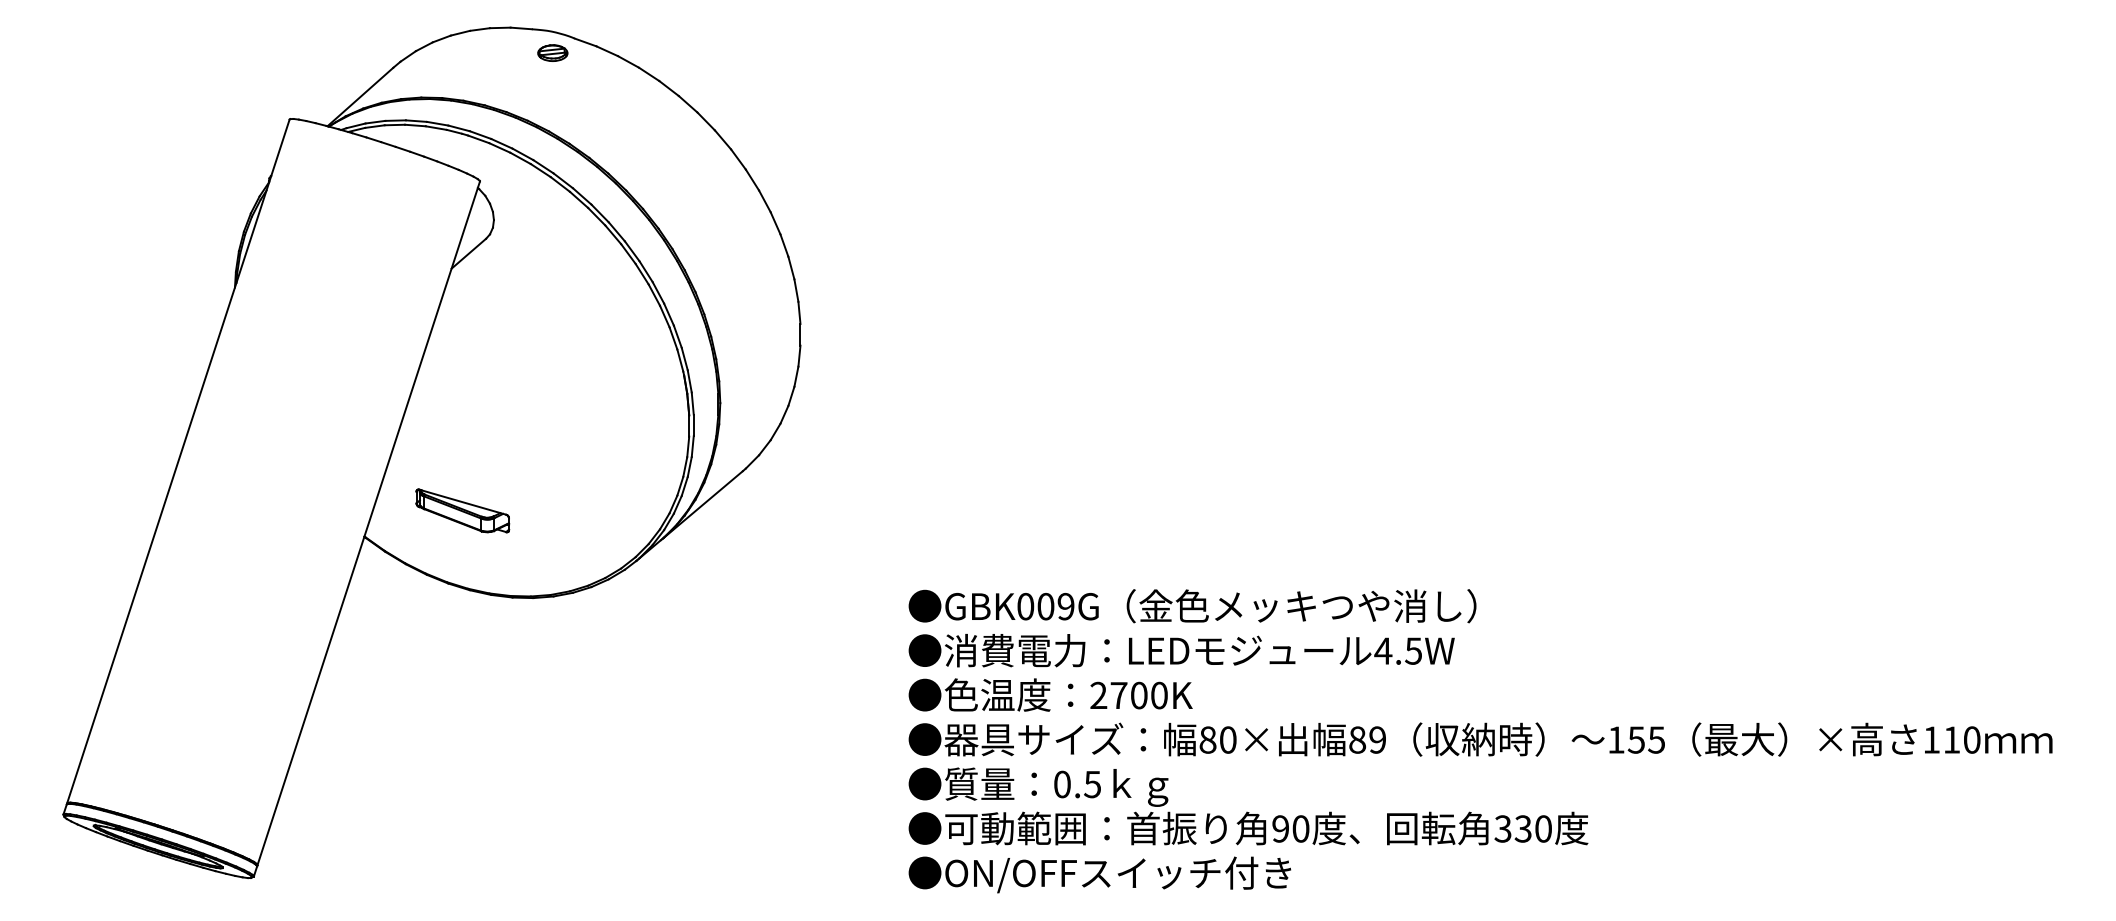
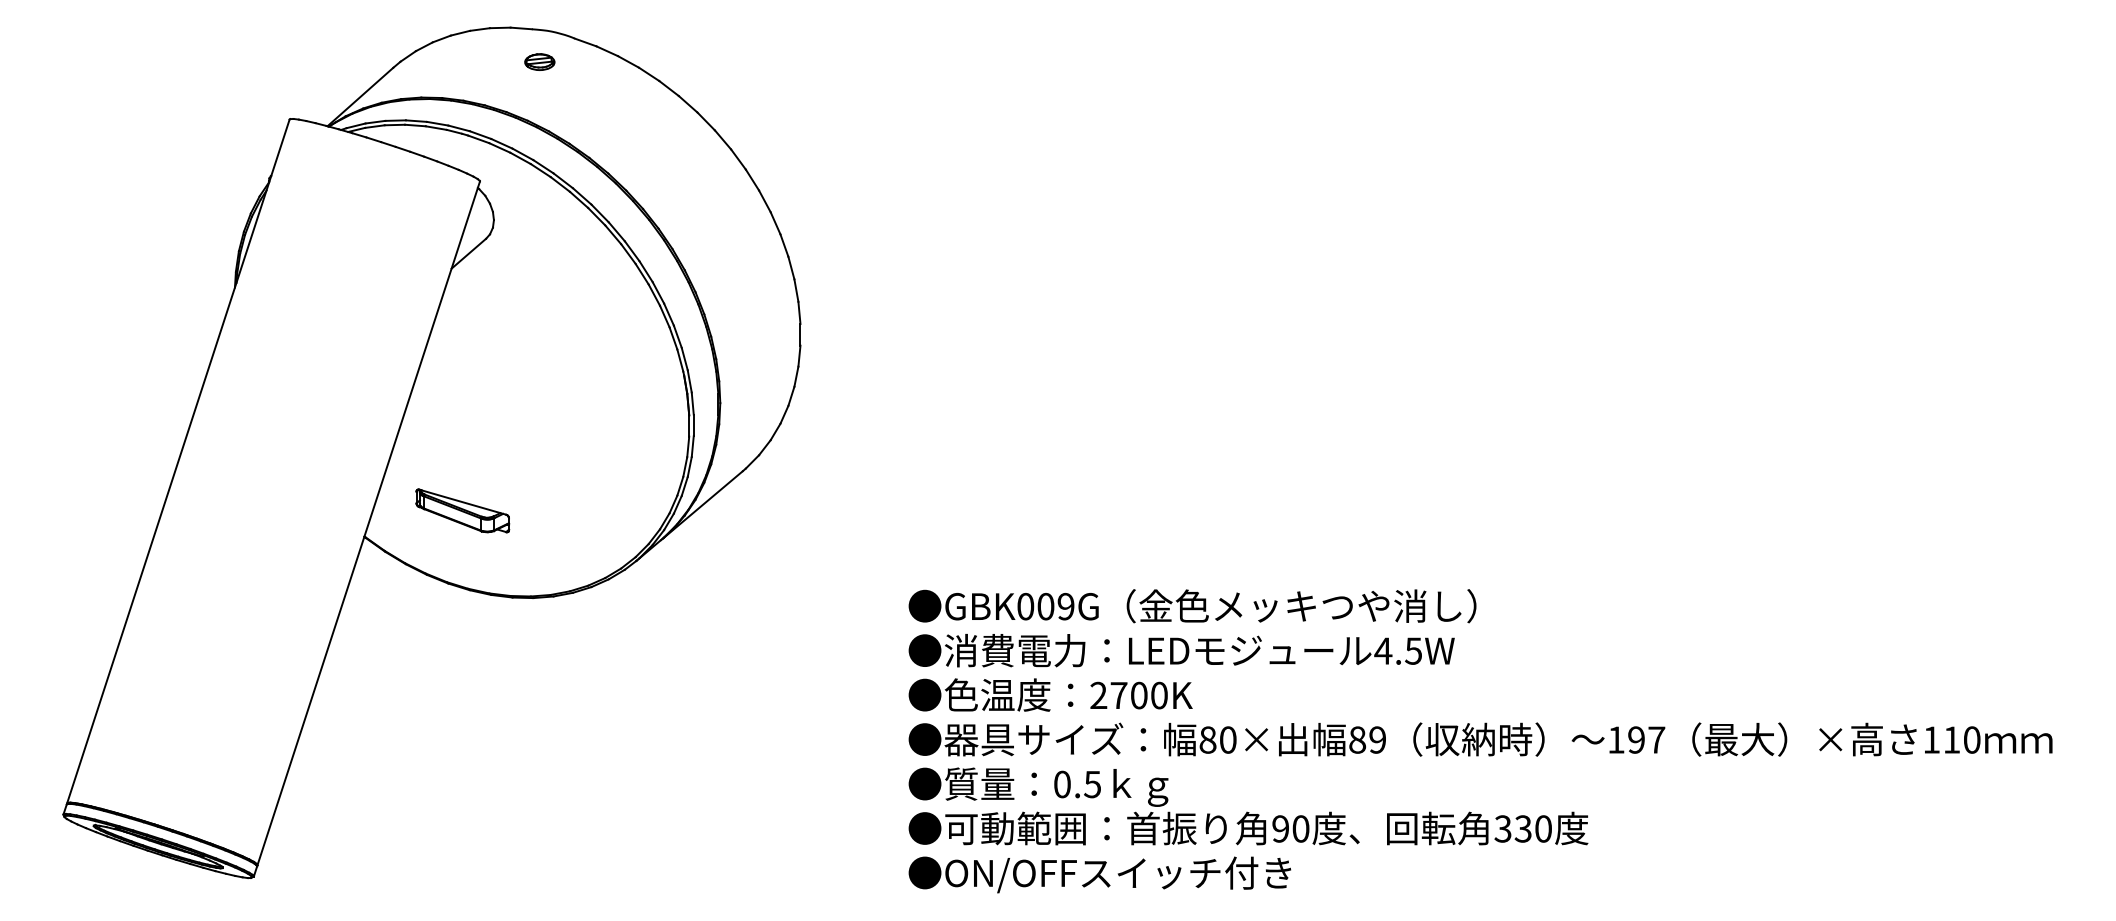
part at (552, 52) position: (552, 52) -> (539, 61)
text at (1646, 739): 155 -> 197
